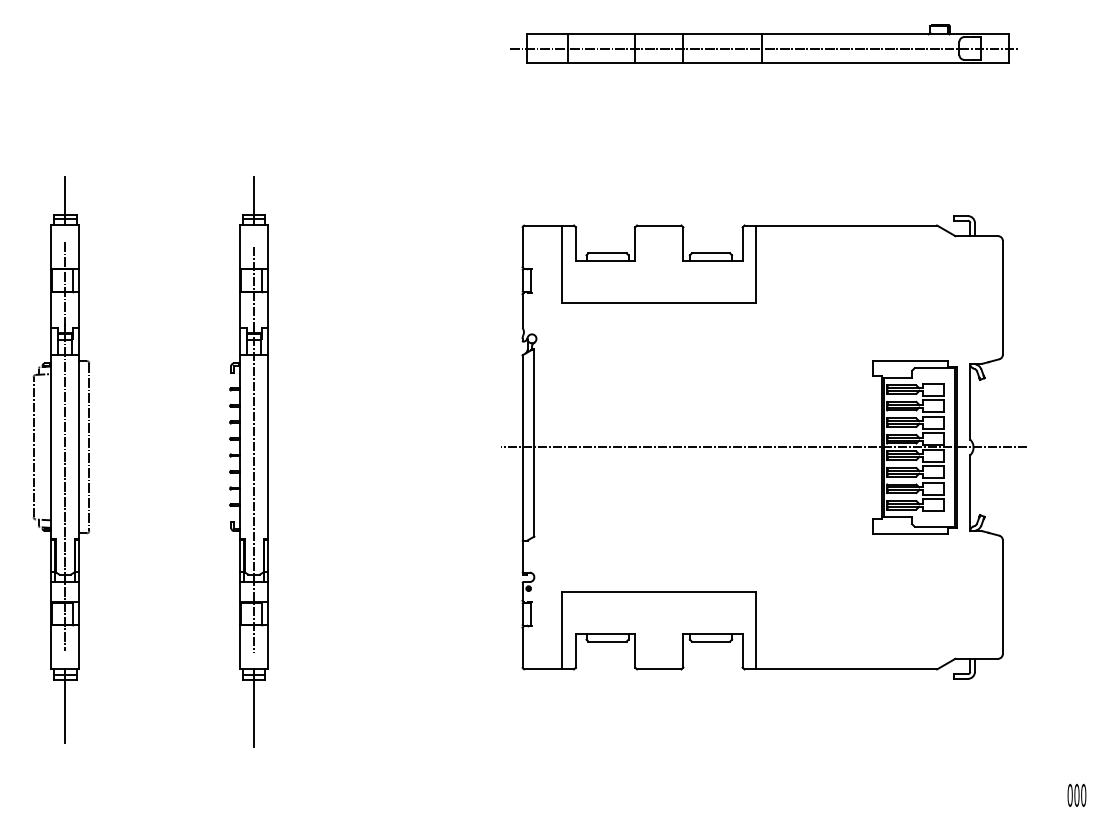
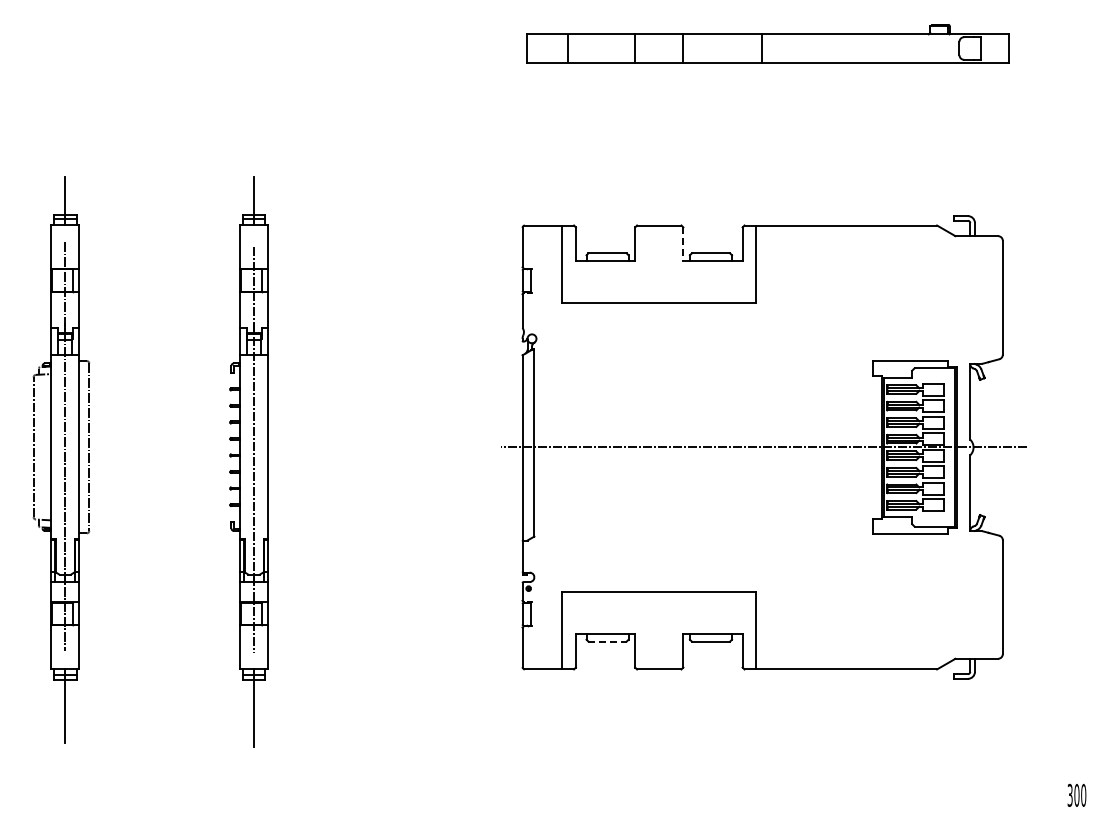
line at (764, 48): present -> none
line at (683, 244): solid -> dashed
line at (608, 641): solid -> dashed
text at (1069, 795): 000 -> 300
